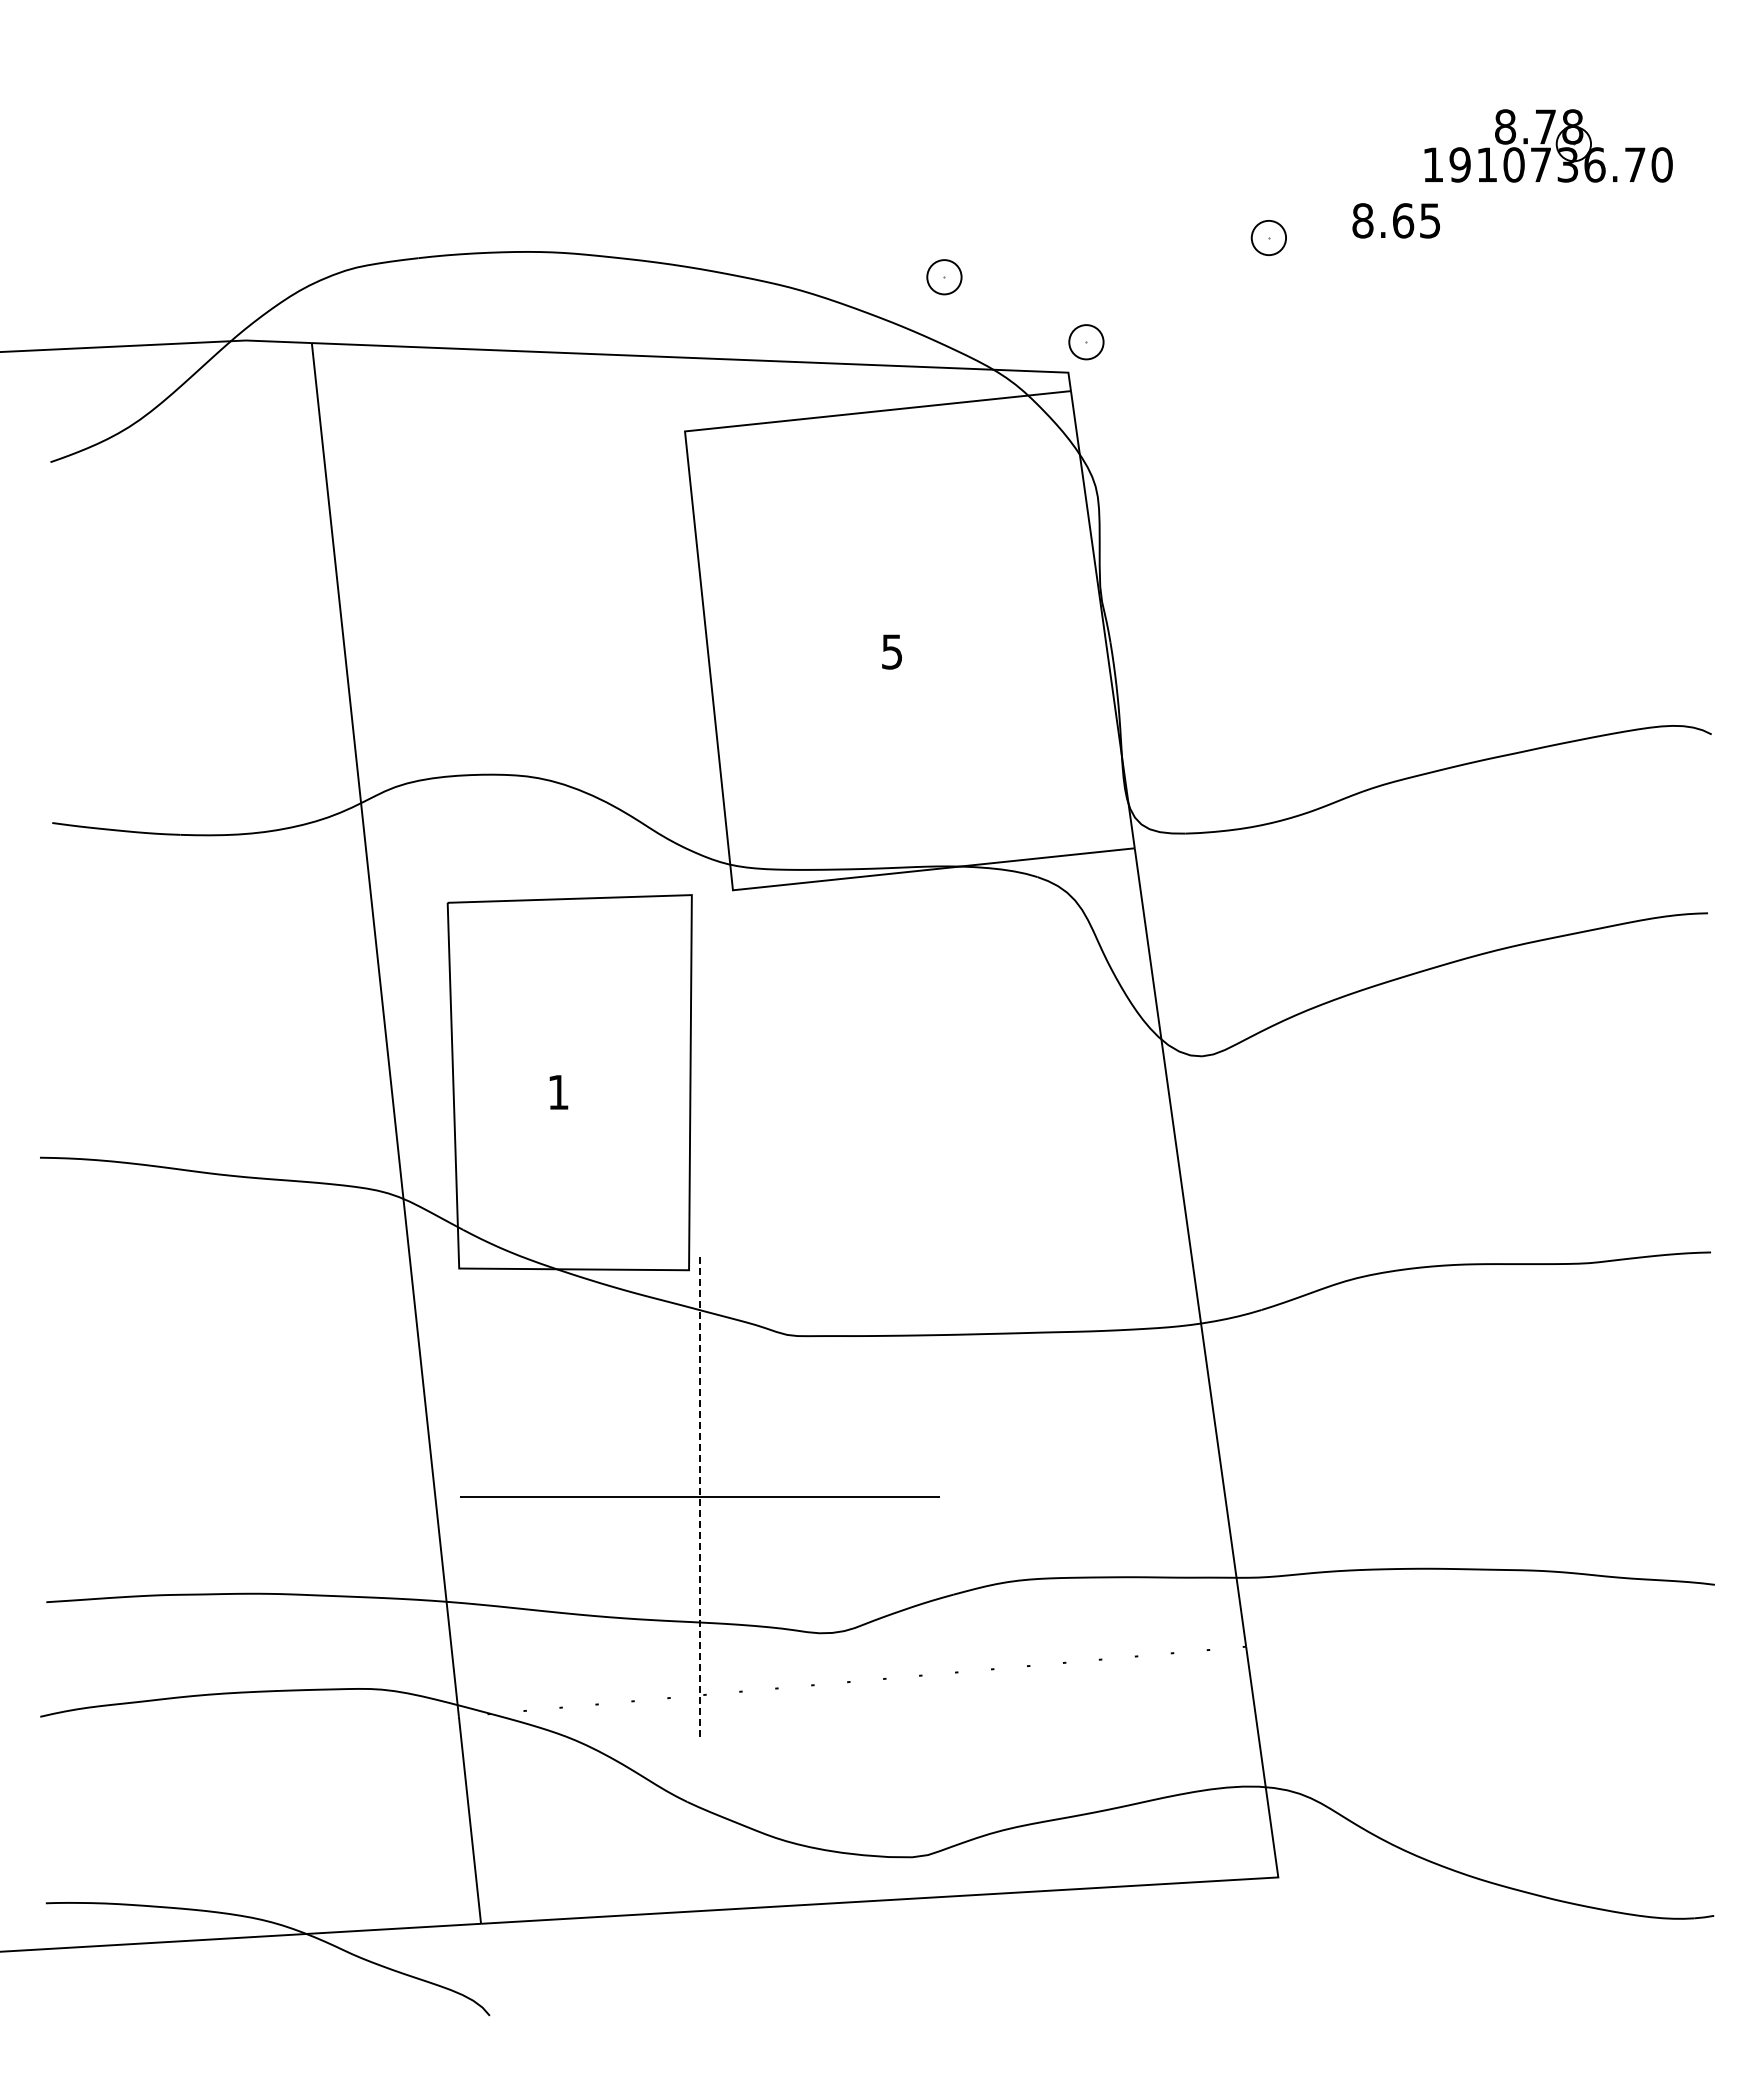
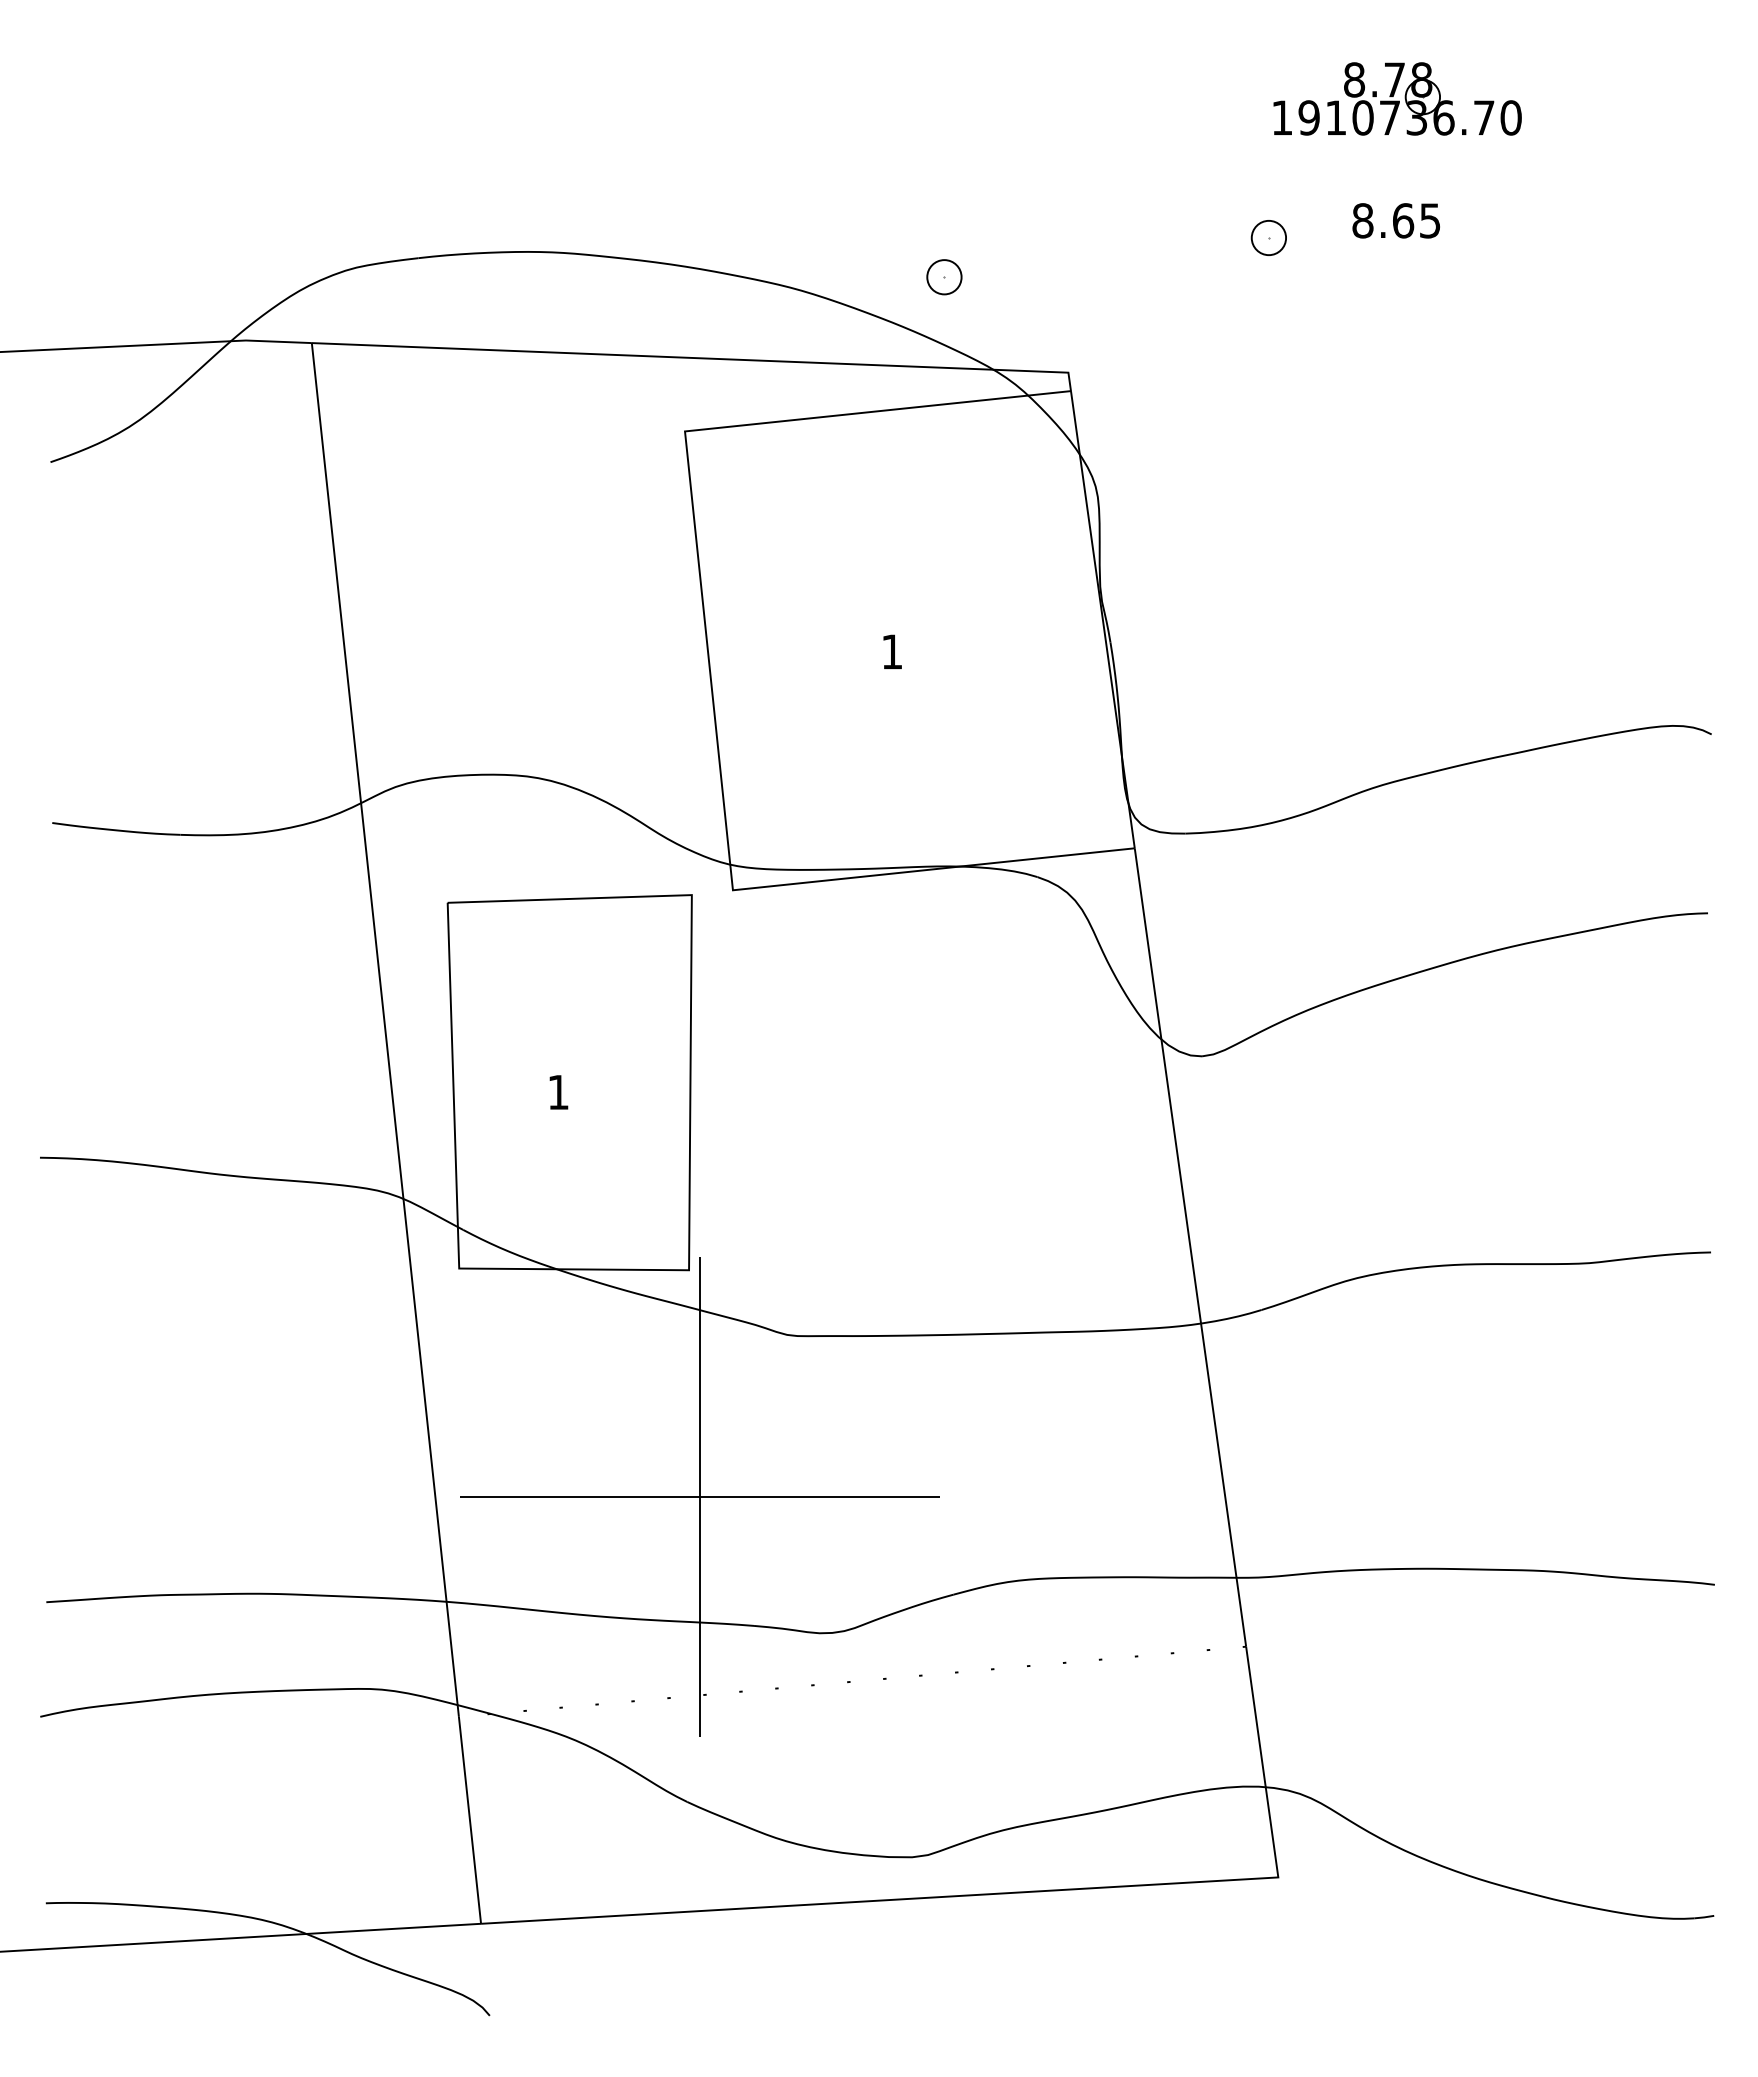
part at (1548, 145) position: (1548, 145) -> (1397, 98)
part at (1086, 342): present -> none
text at (891, 651): 5 -> 1
line at (699, 1497): dashed -> solid
